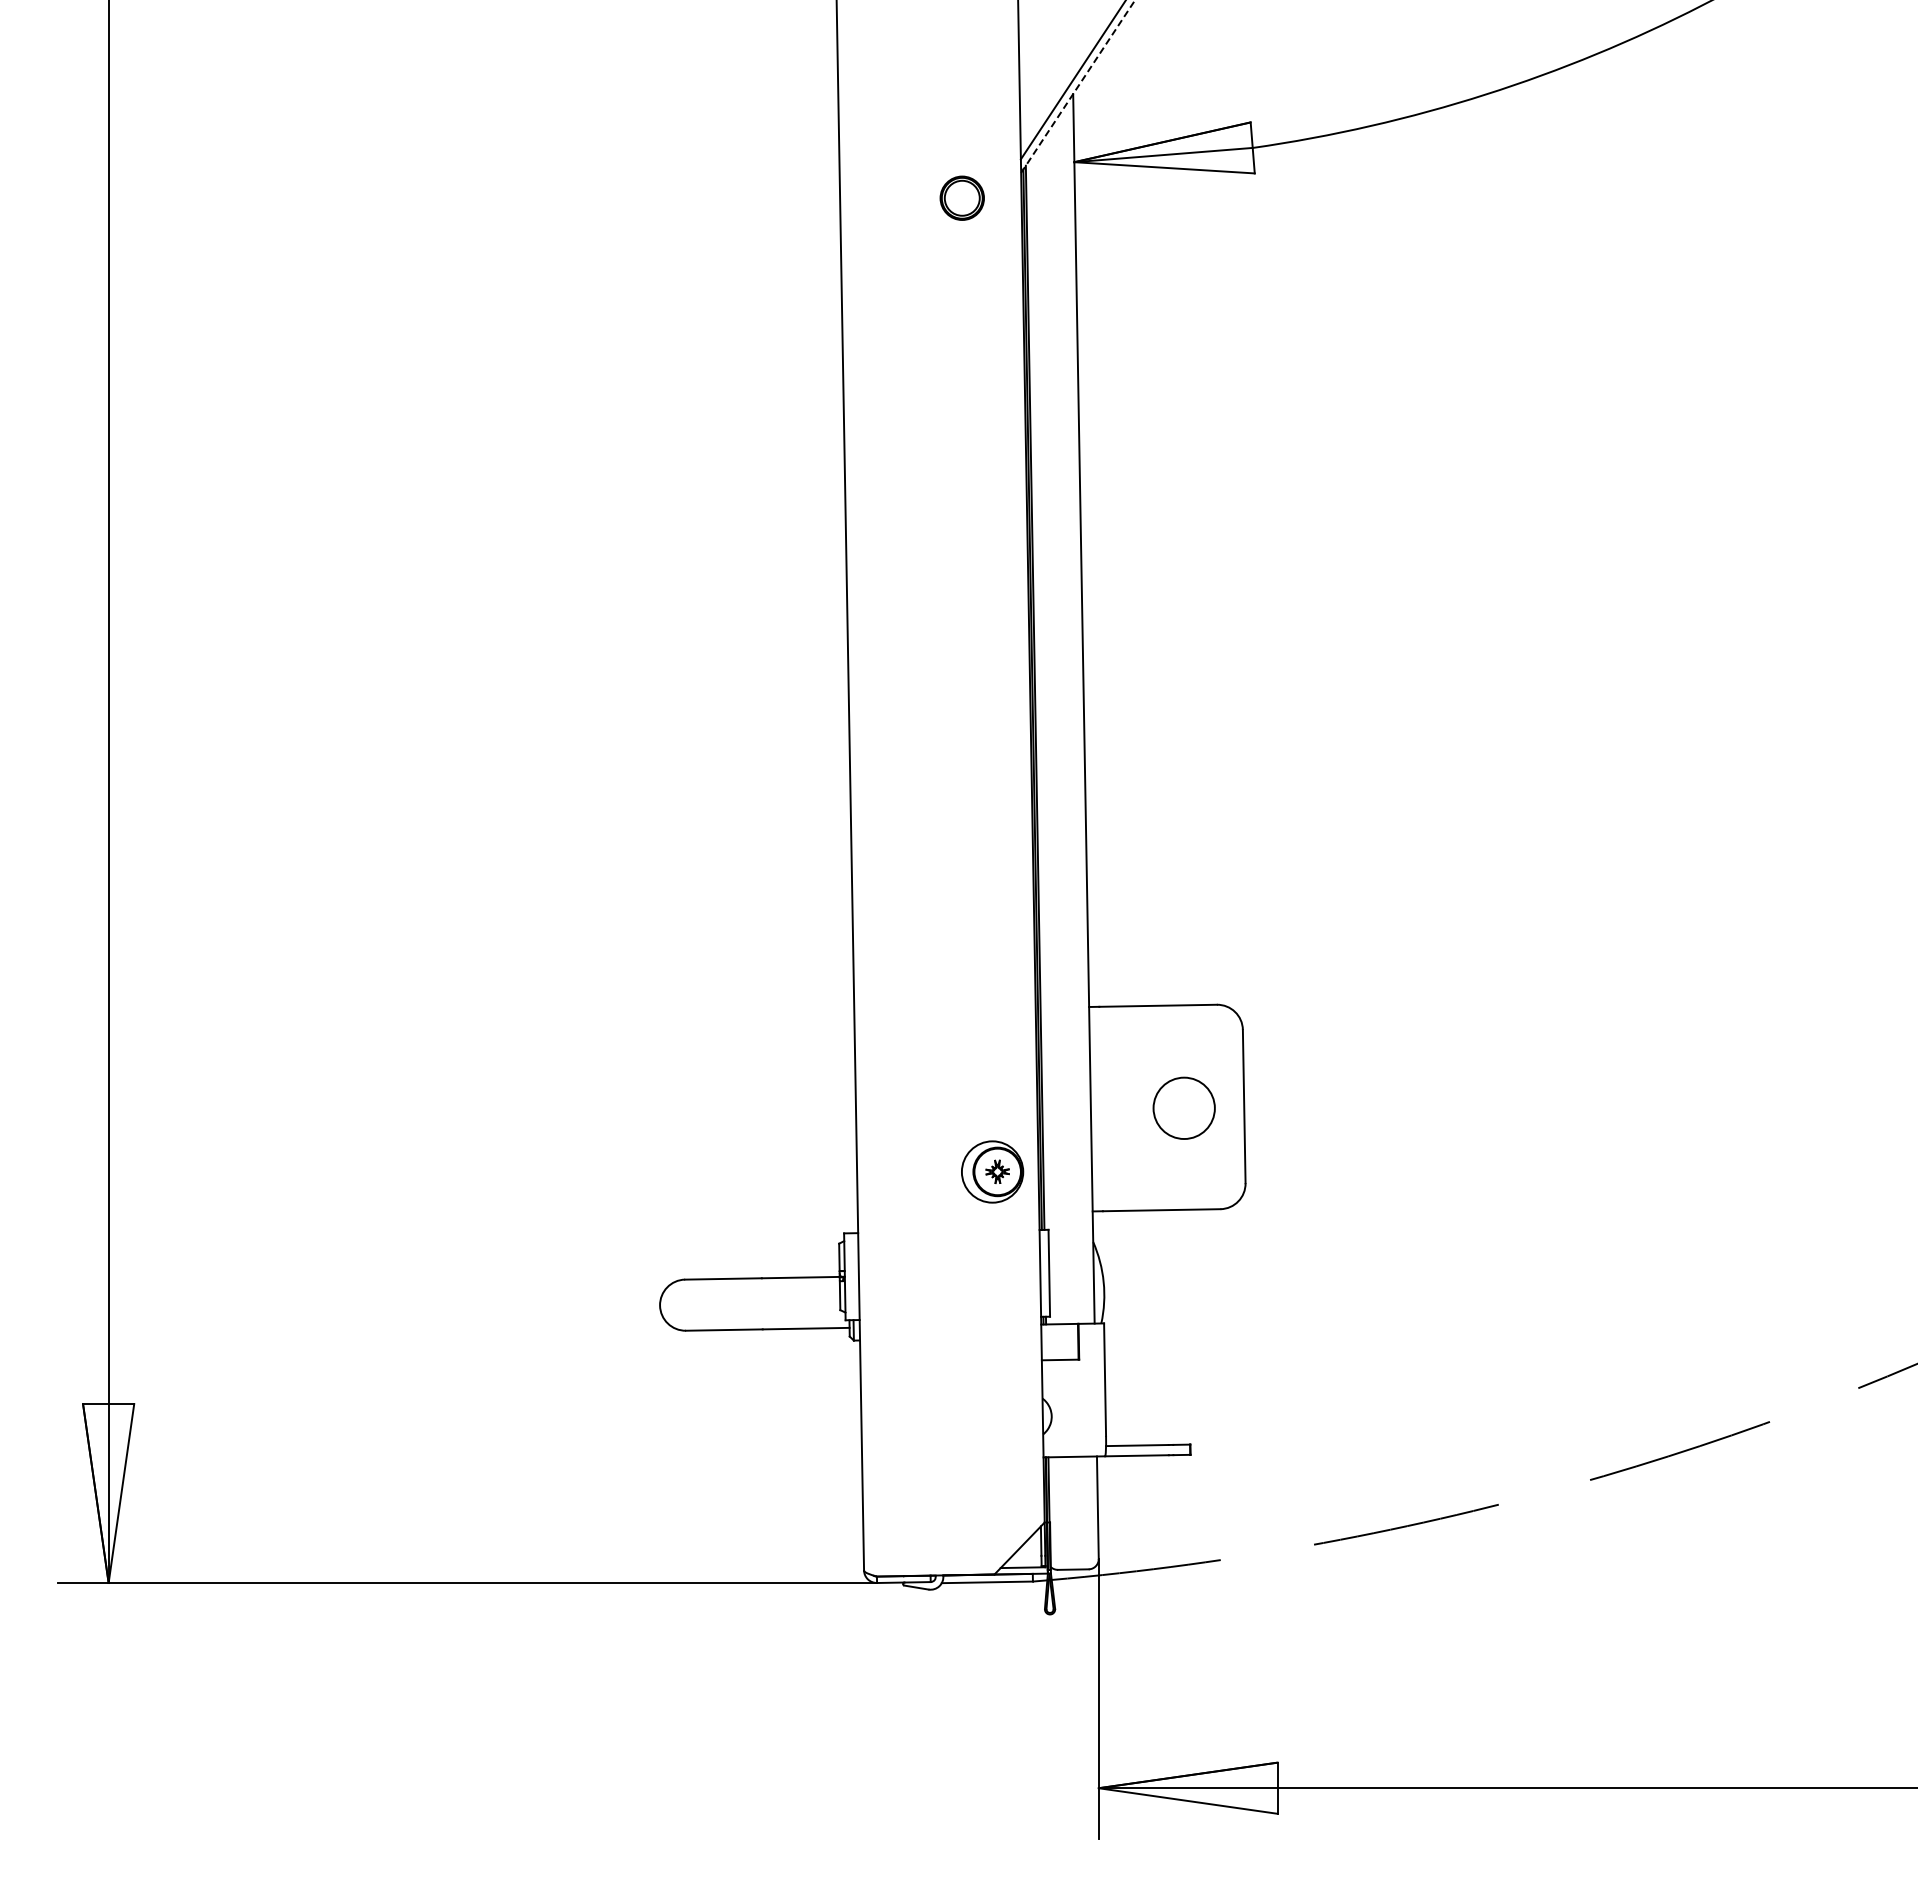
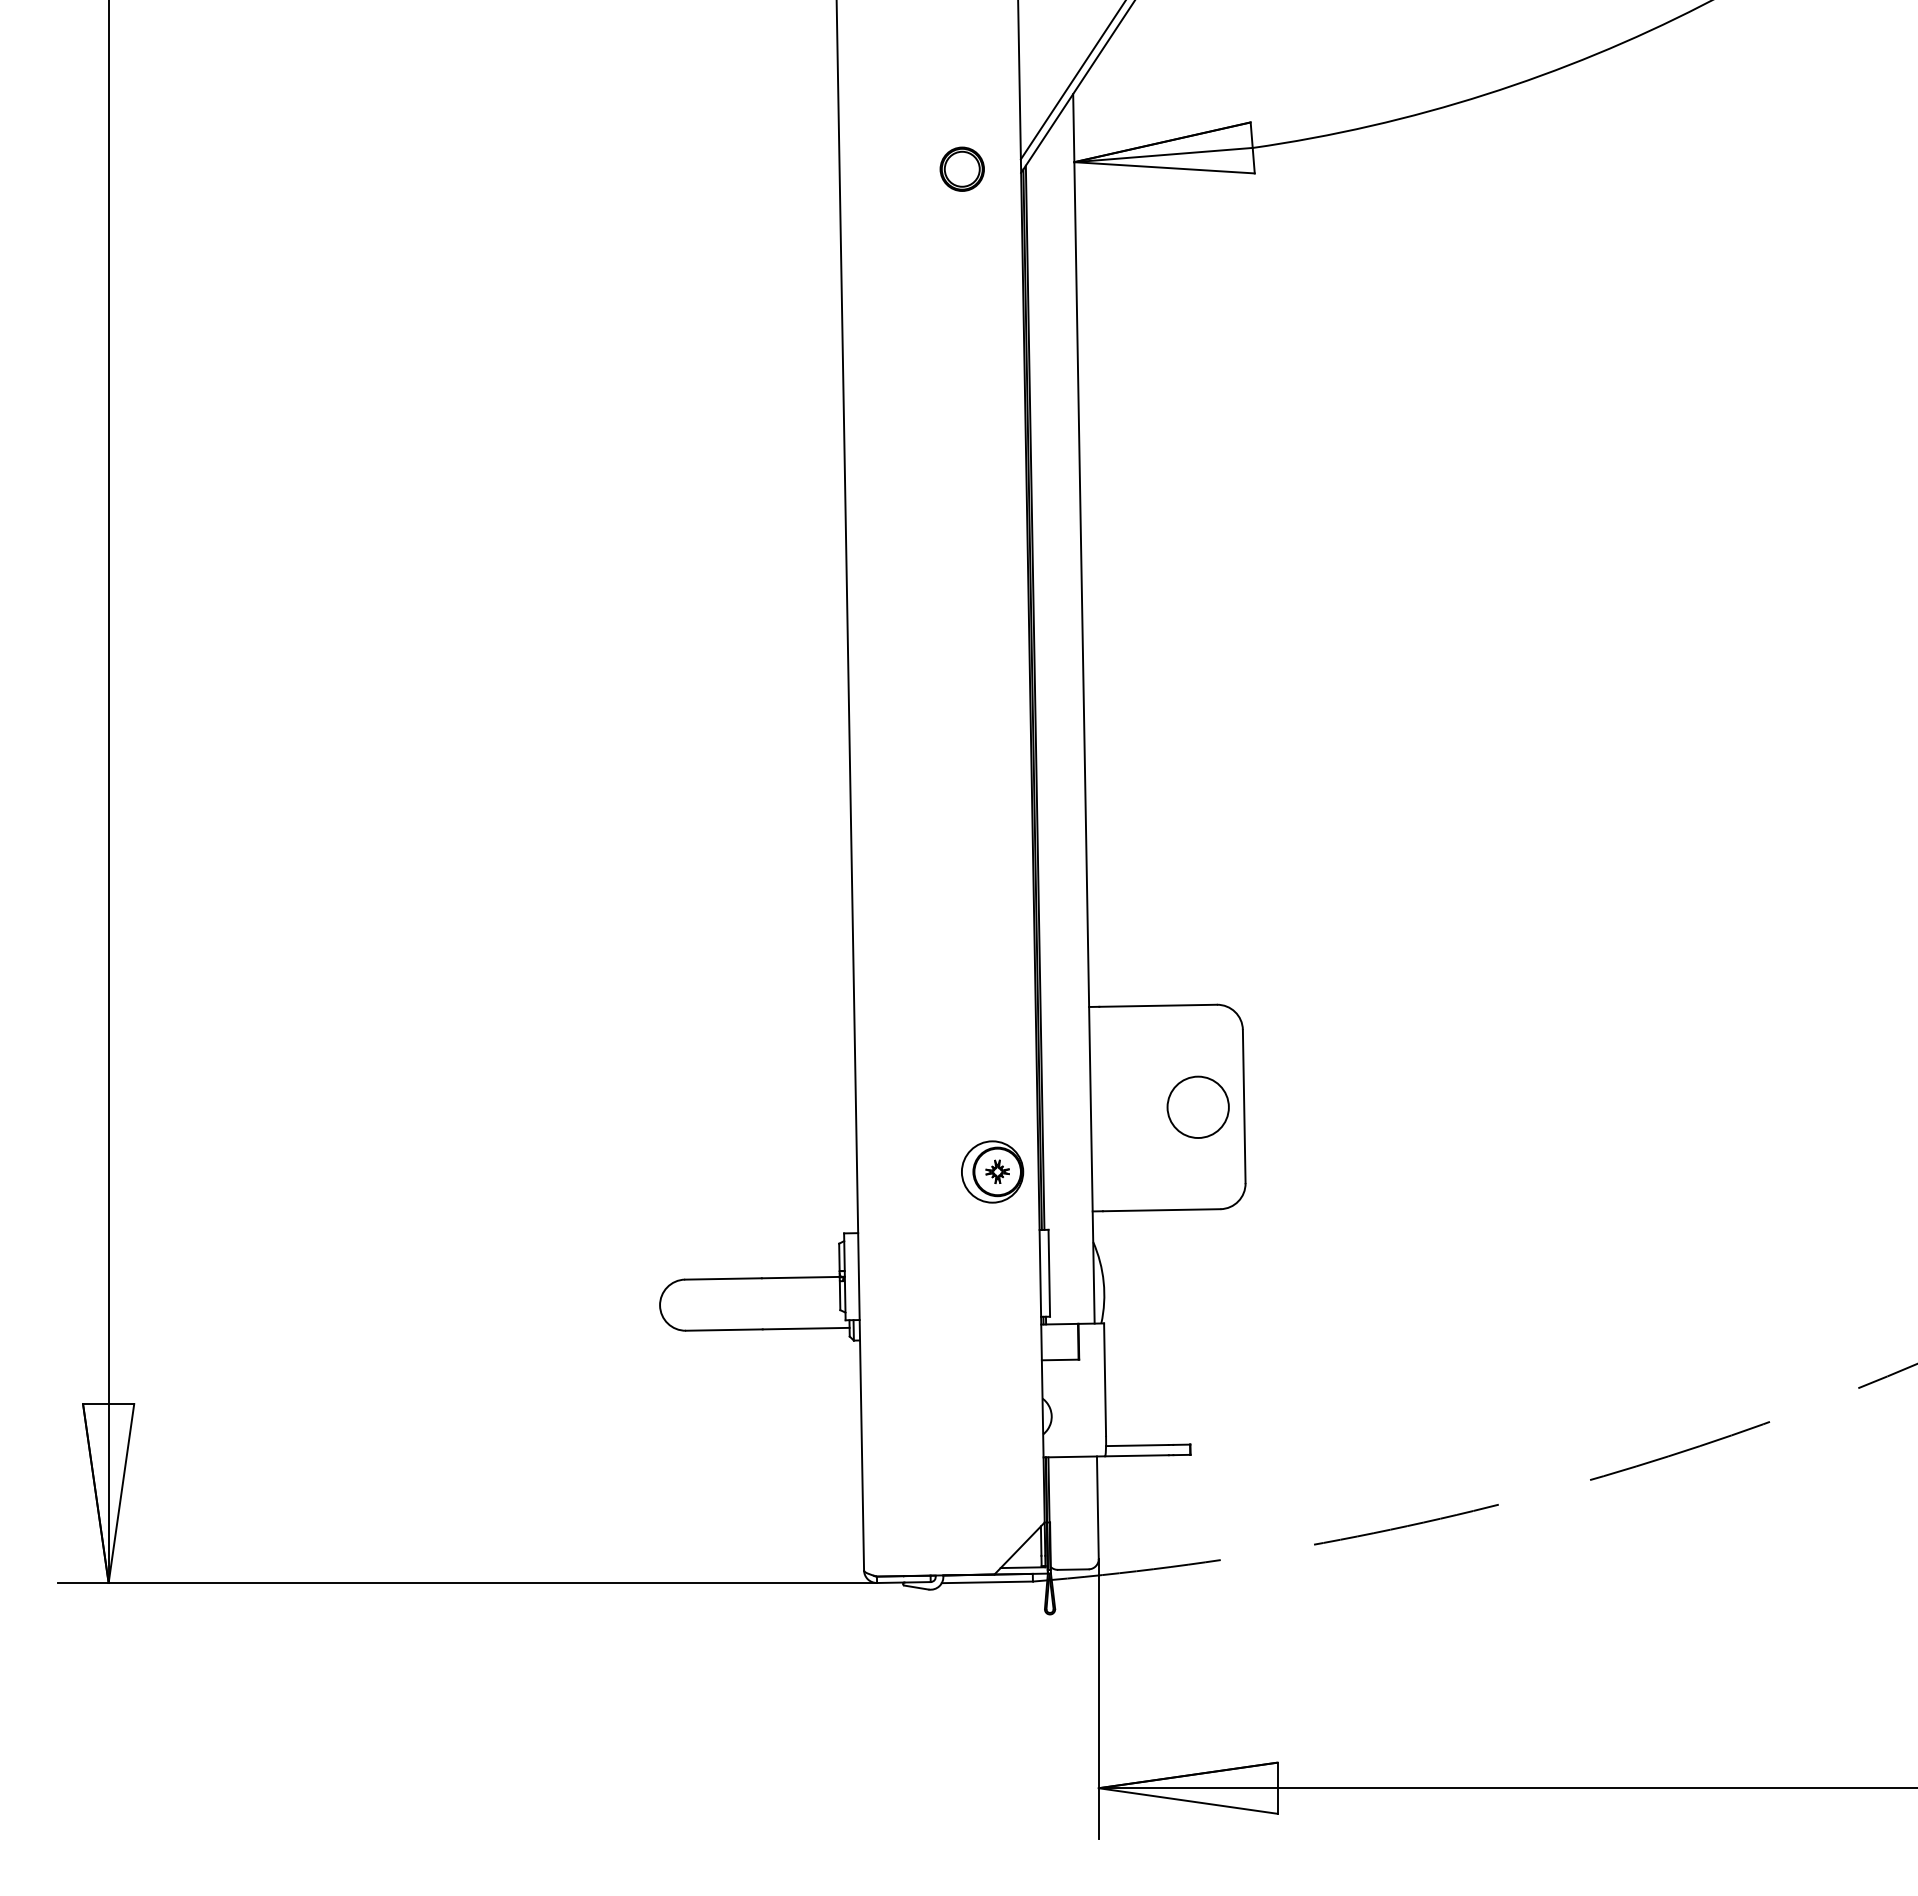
line at (1078, 86): dashed -> solid
part at (961, 197) position: (961, 197) -> (961, 168)
circle at (1183, 1107) position: (1183, 1107) -> (1197, 1106)
